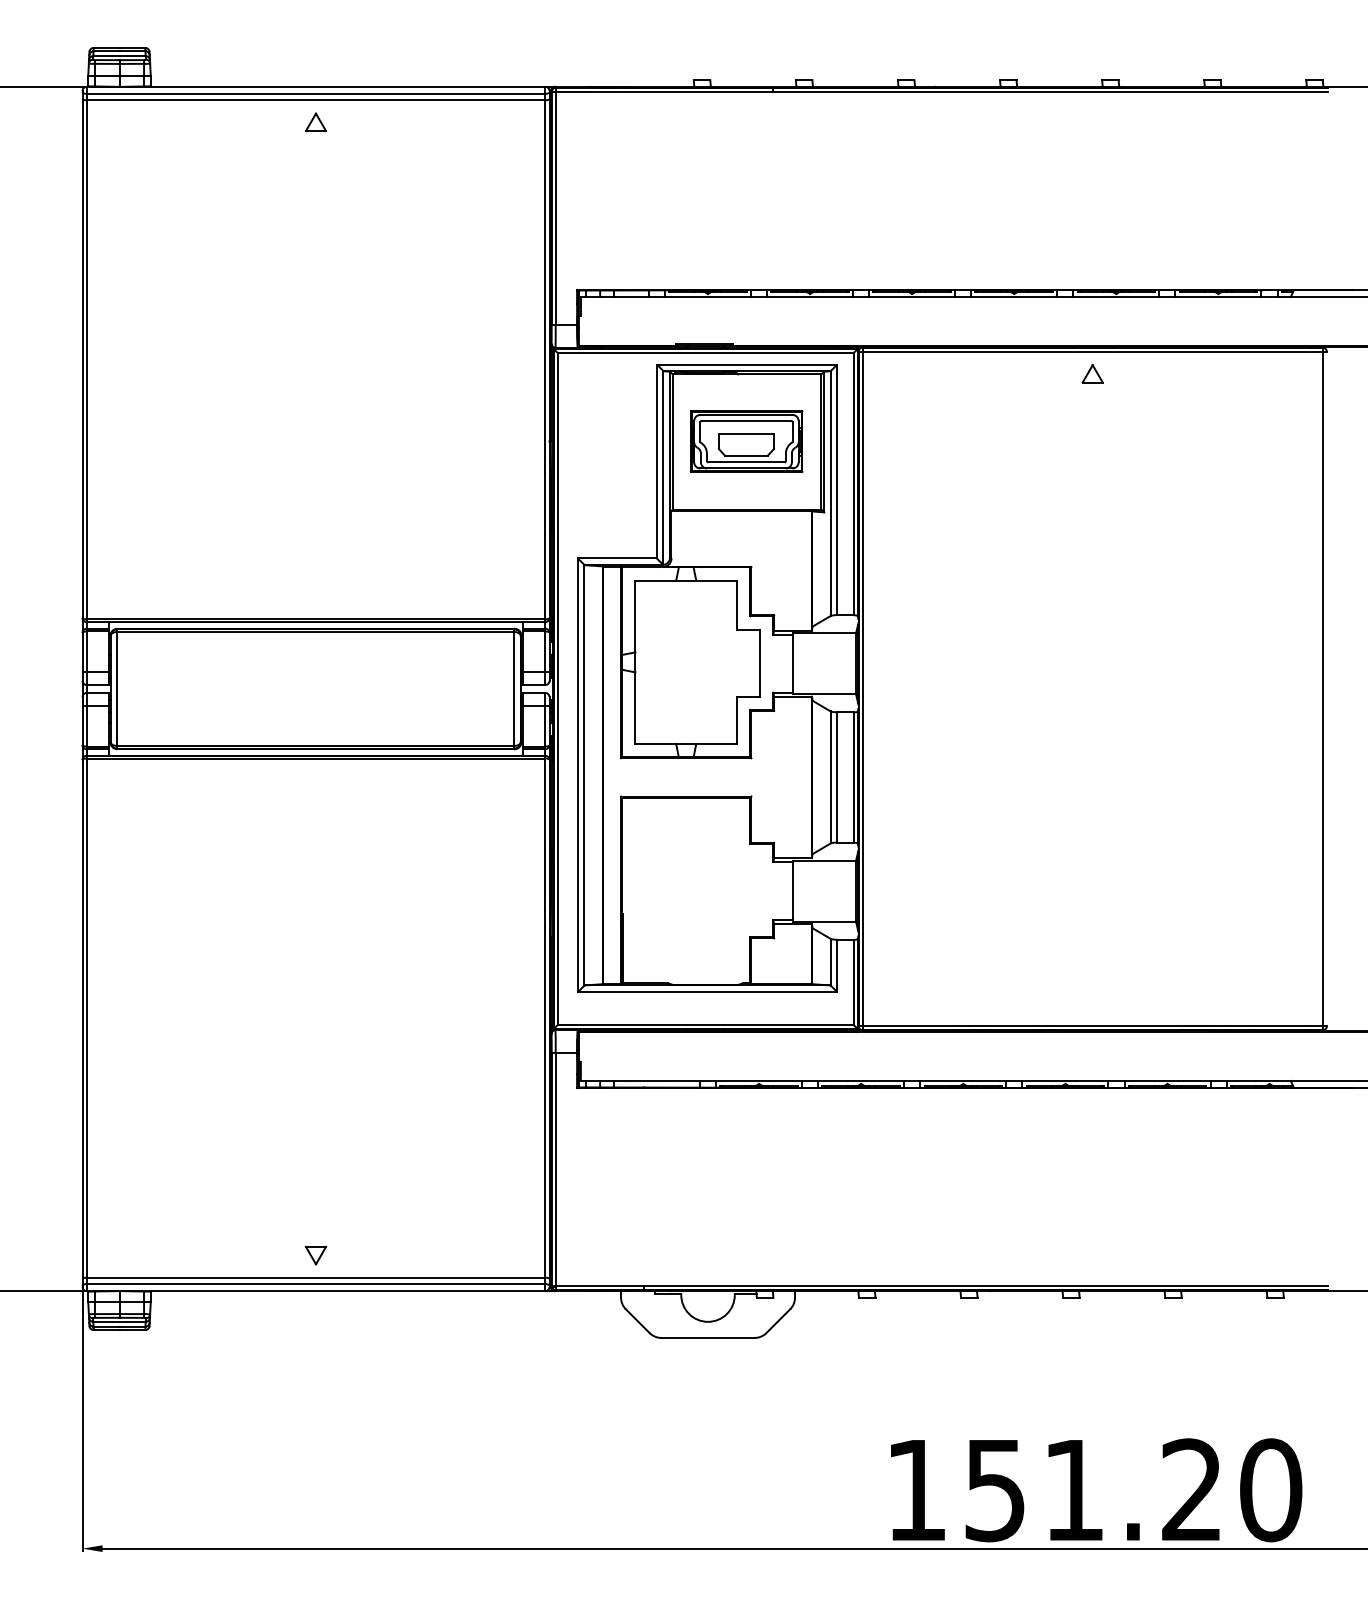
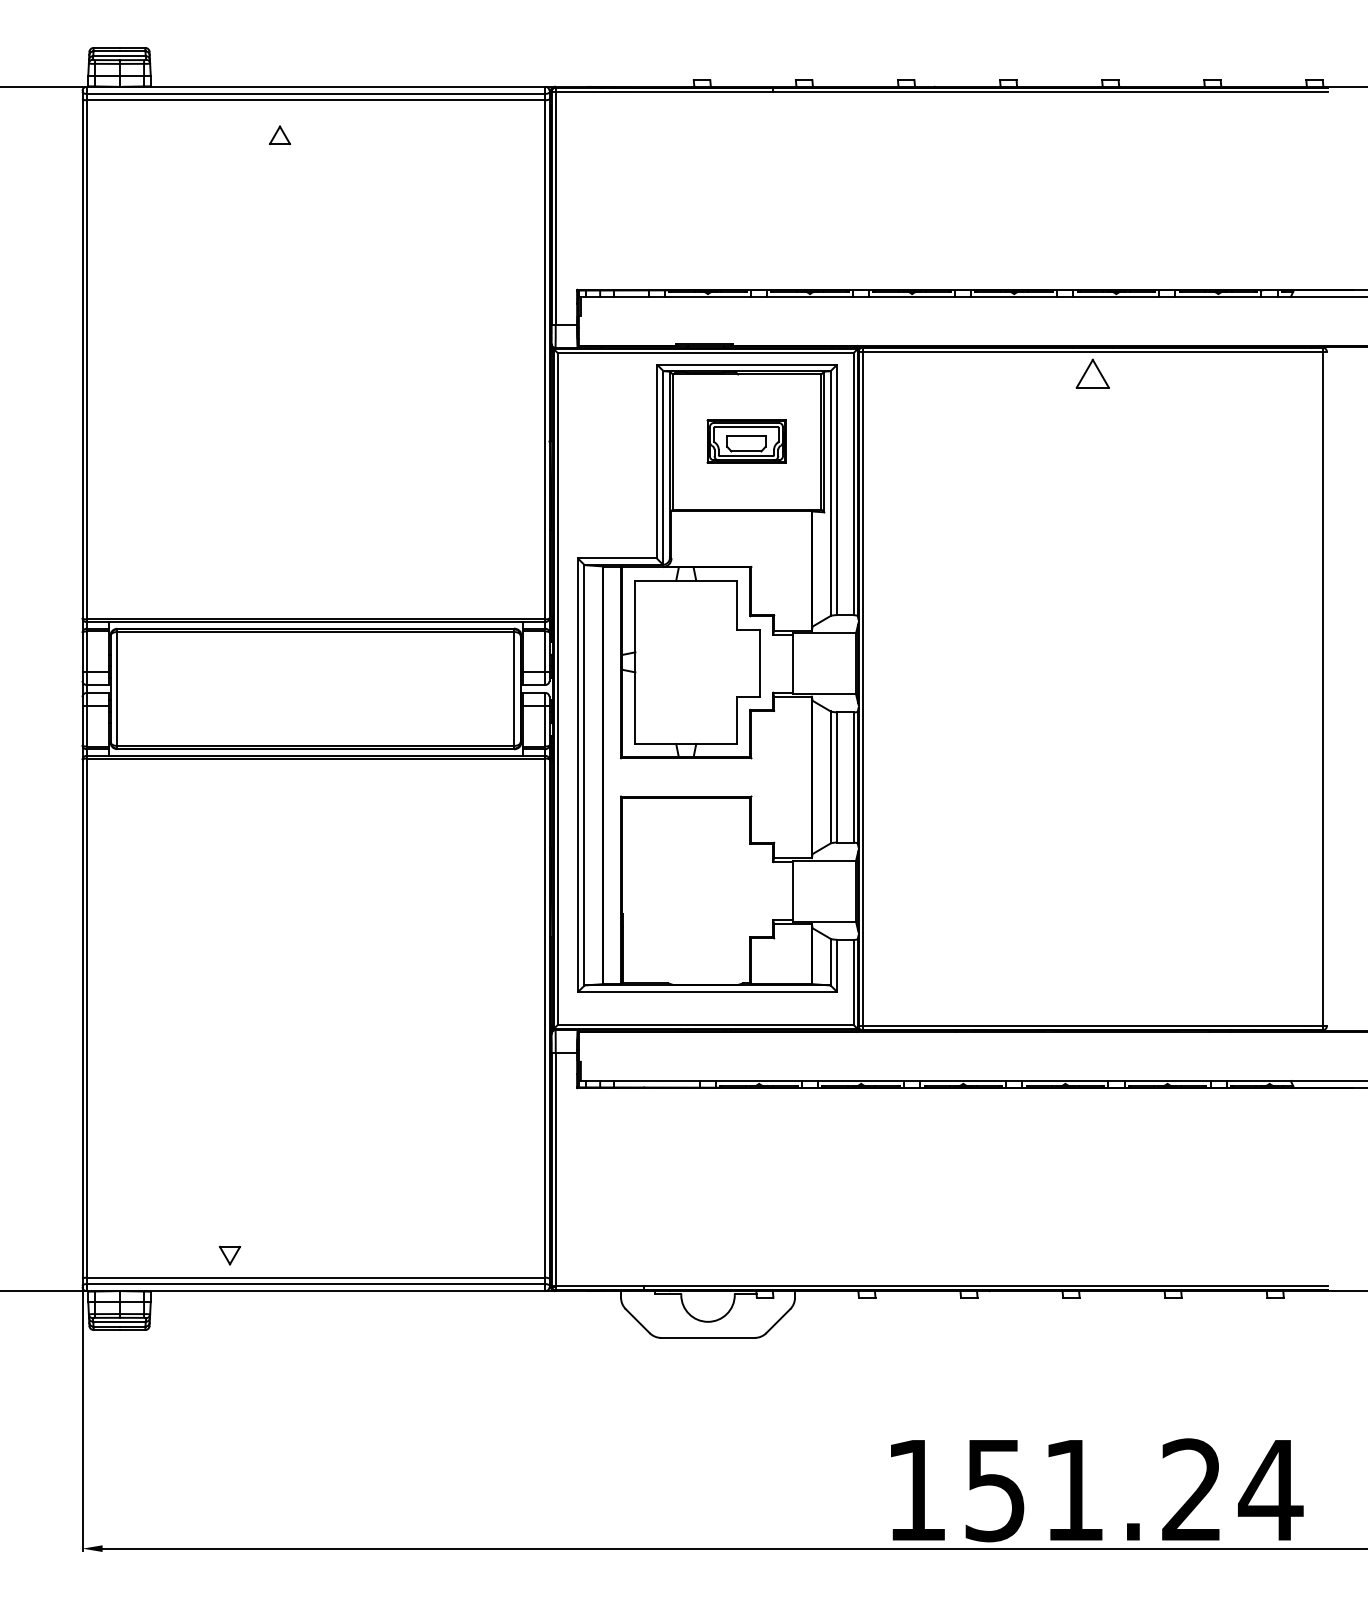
part at (316, 121) position: (316, 121) -> (280, 134)
part at (1092, 373) size: 23x20 px -> 35x31 px
part at (746, 441) size: 115x63 px -> 81x45 px
part at (316, 1255) position: (316, 1255) -> (230, 1255)
text at (1270, 1490): 151.20 -> 151.24
